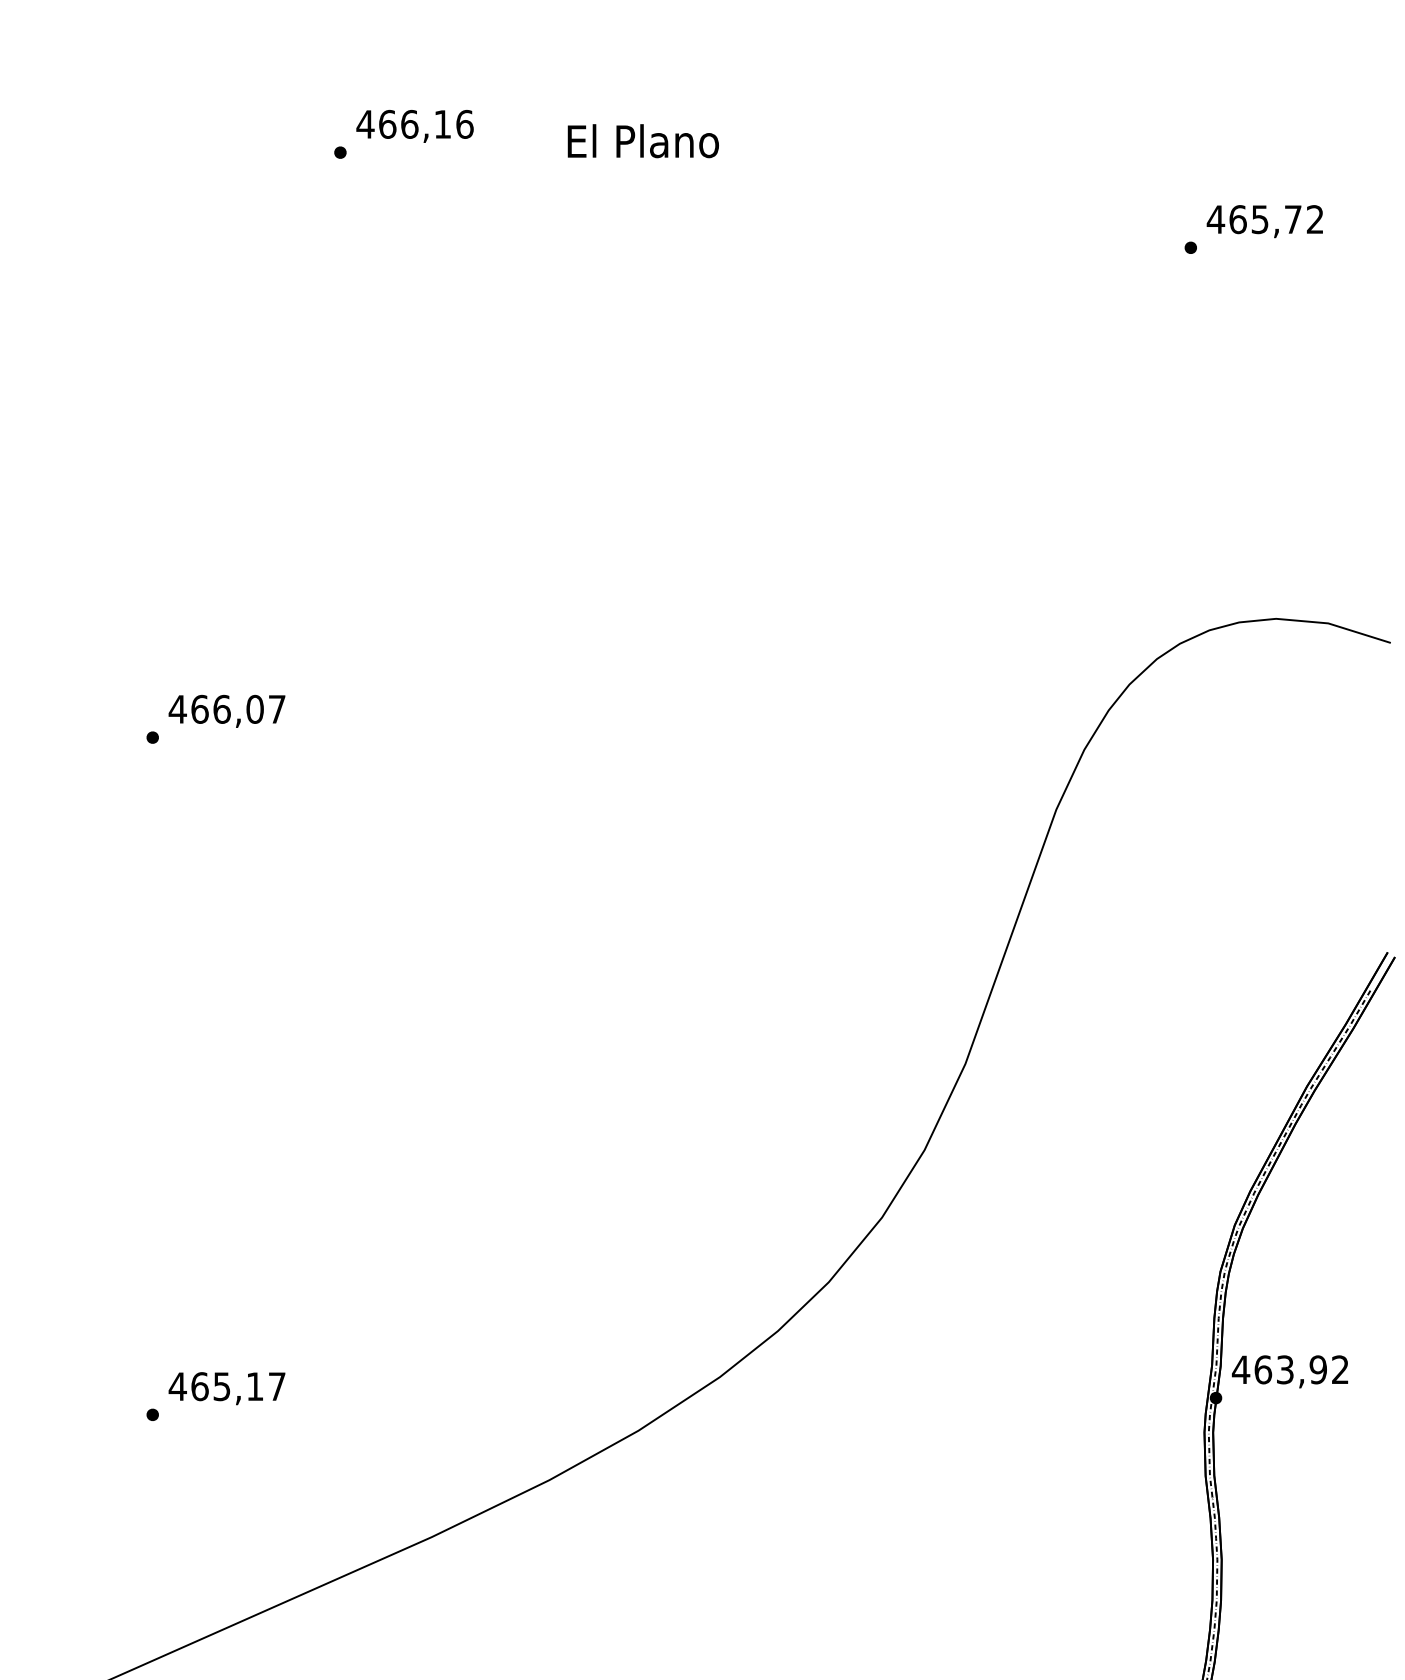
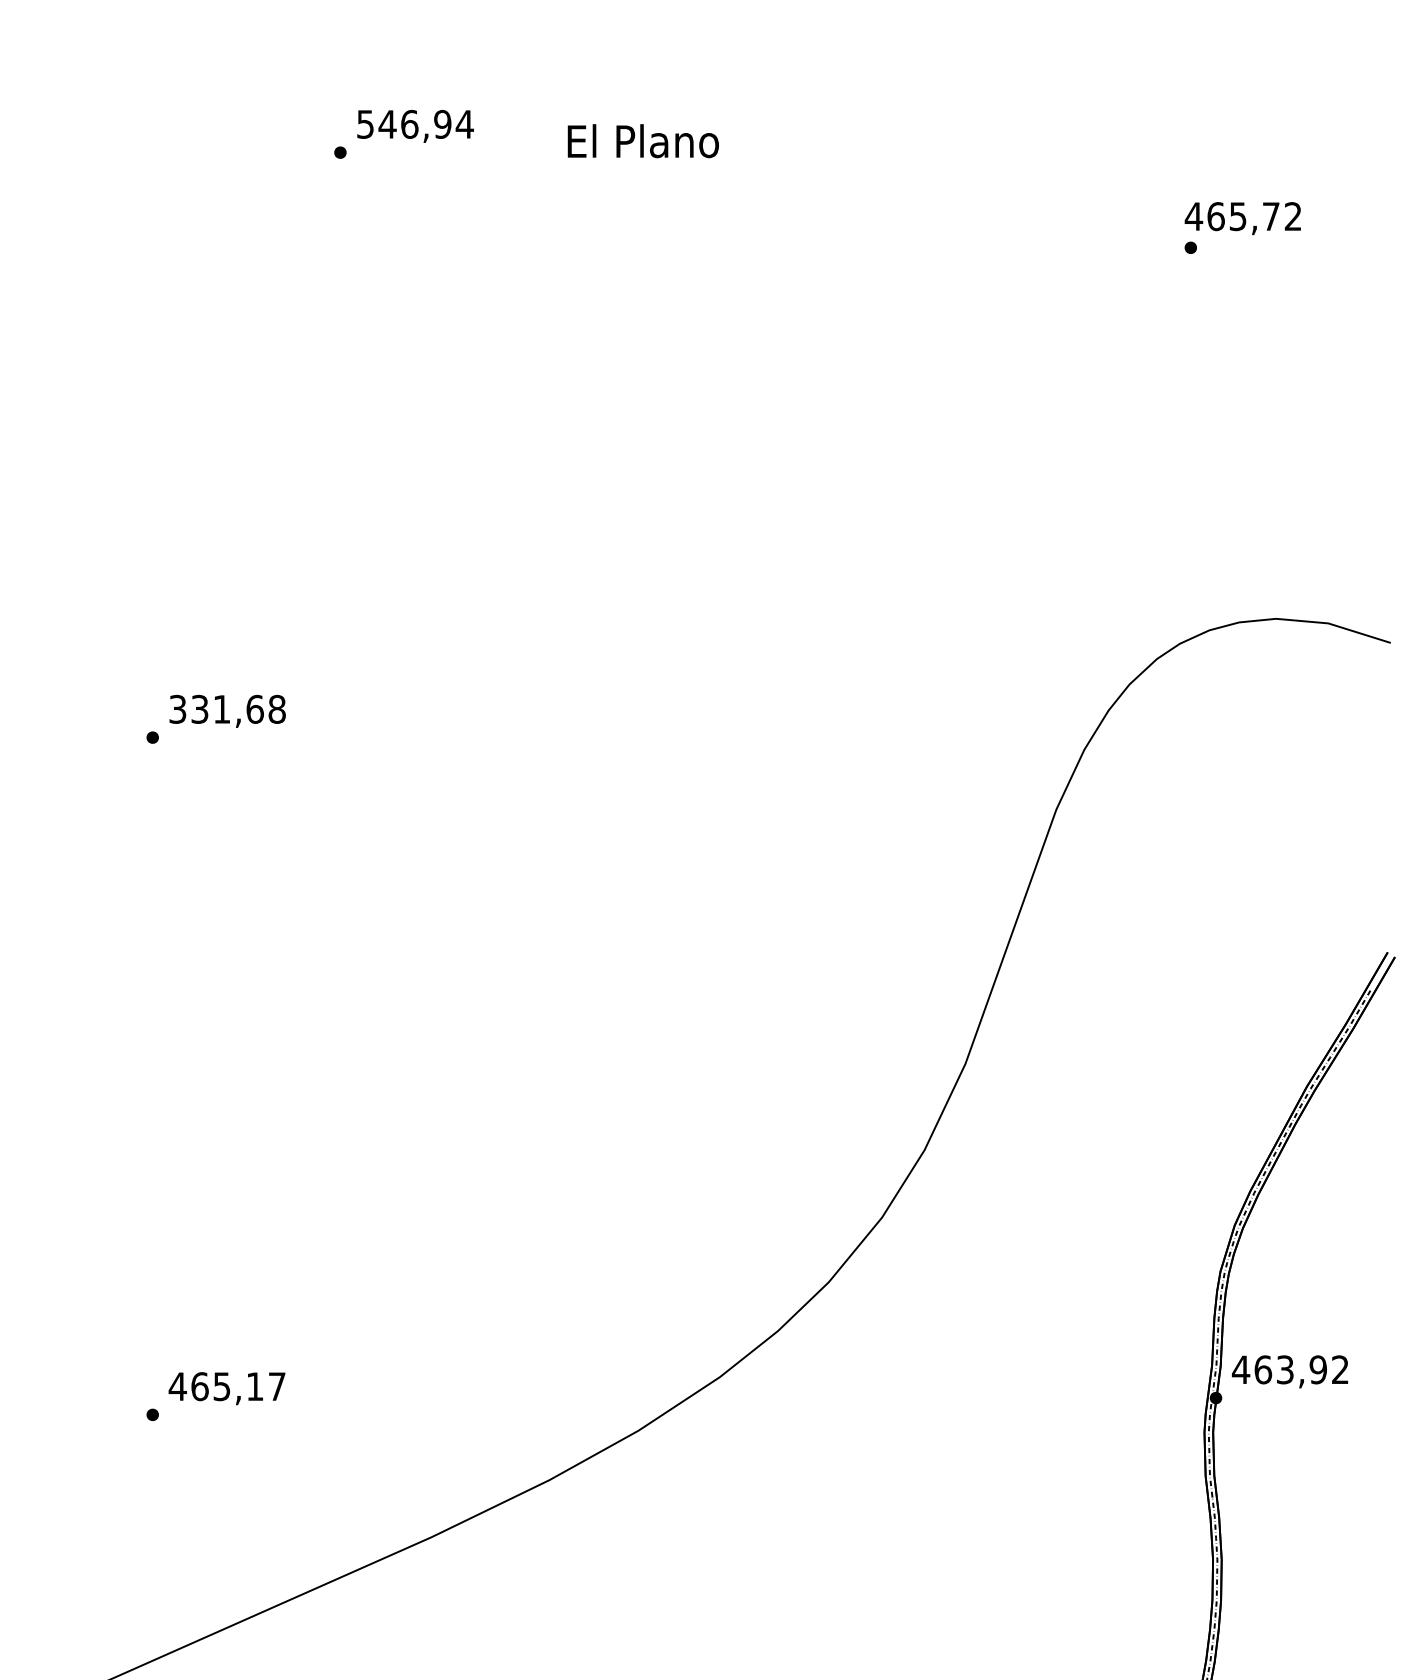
text at (414, 123): 466,16 -> 546,94
text at (1264, 221) position: (1264, 221) -> (1242, 218)
text at (226, 708): 466,07 -> 331,68
